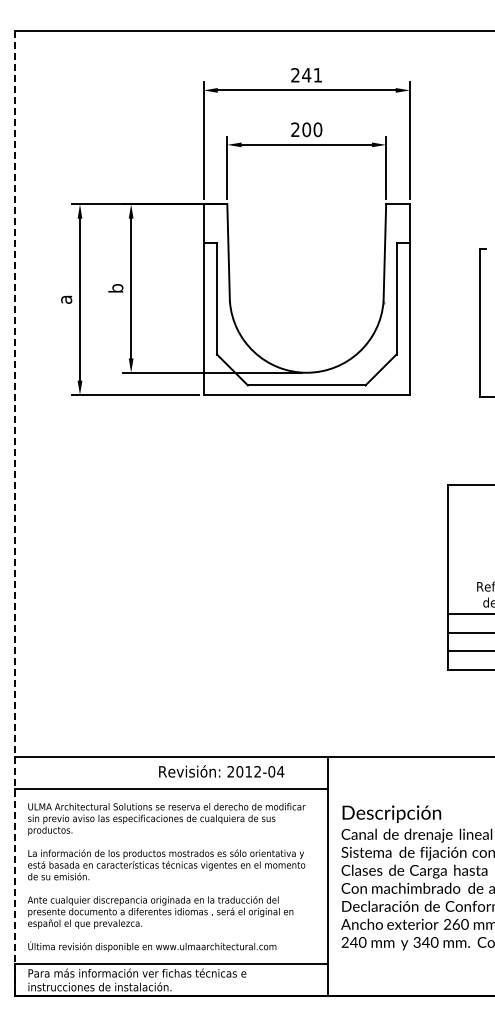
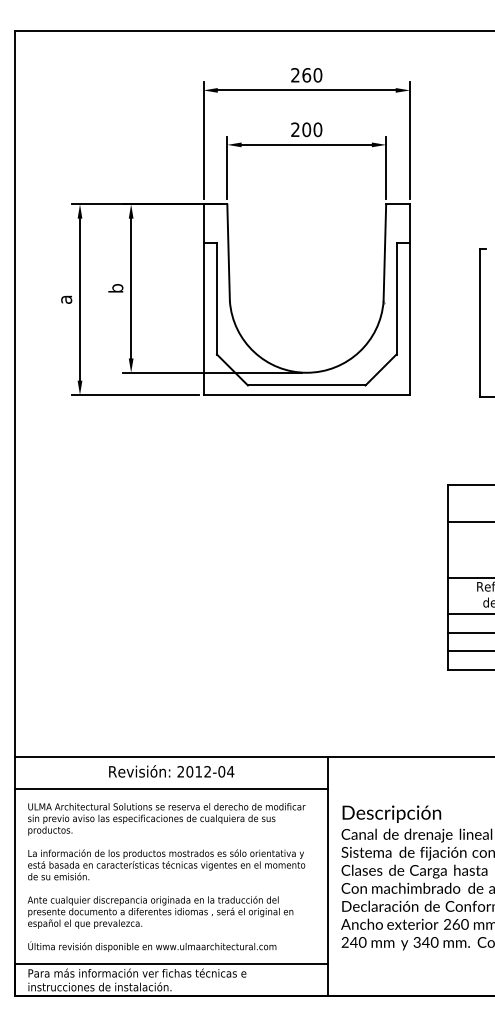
text at (312, 75): 241 -> 260
line at (14, 513): dashed -> solid
line at (469, 522): none -> present
line at (469, 577): none -> present
text at (221, 771) position: (221, 771) -> (171, 771)
